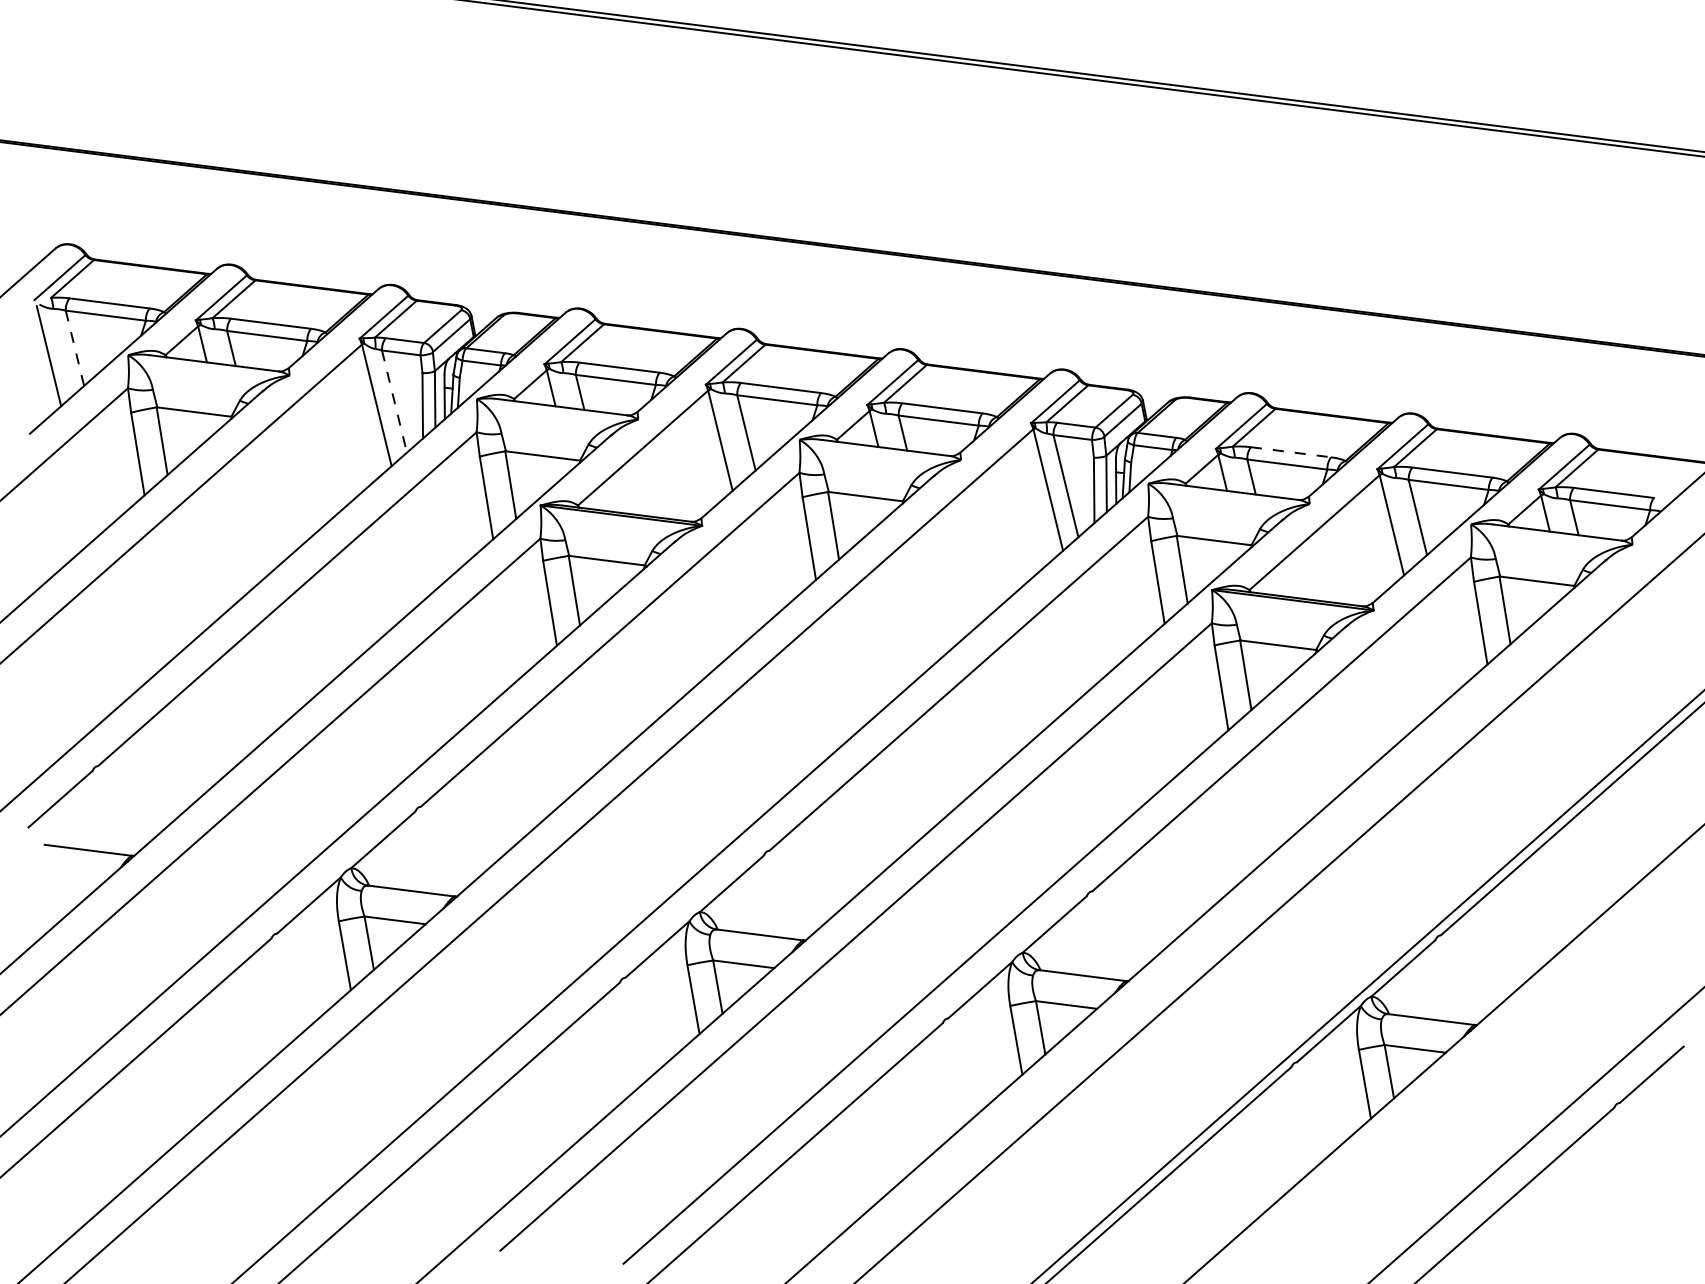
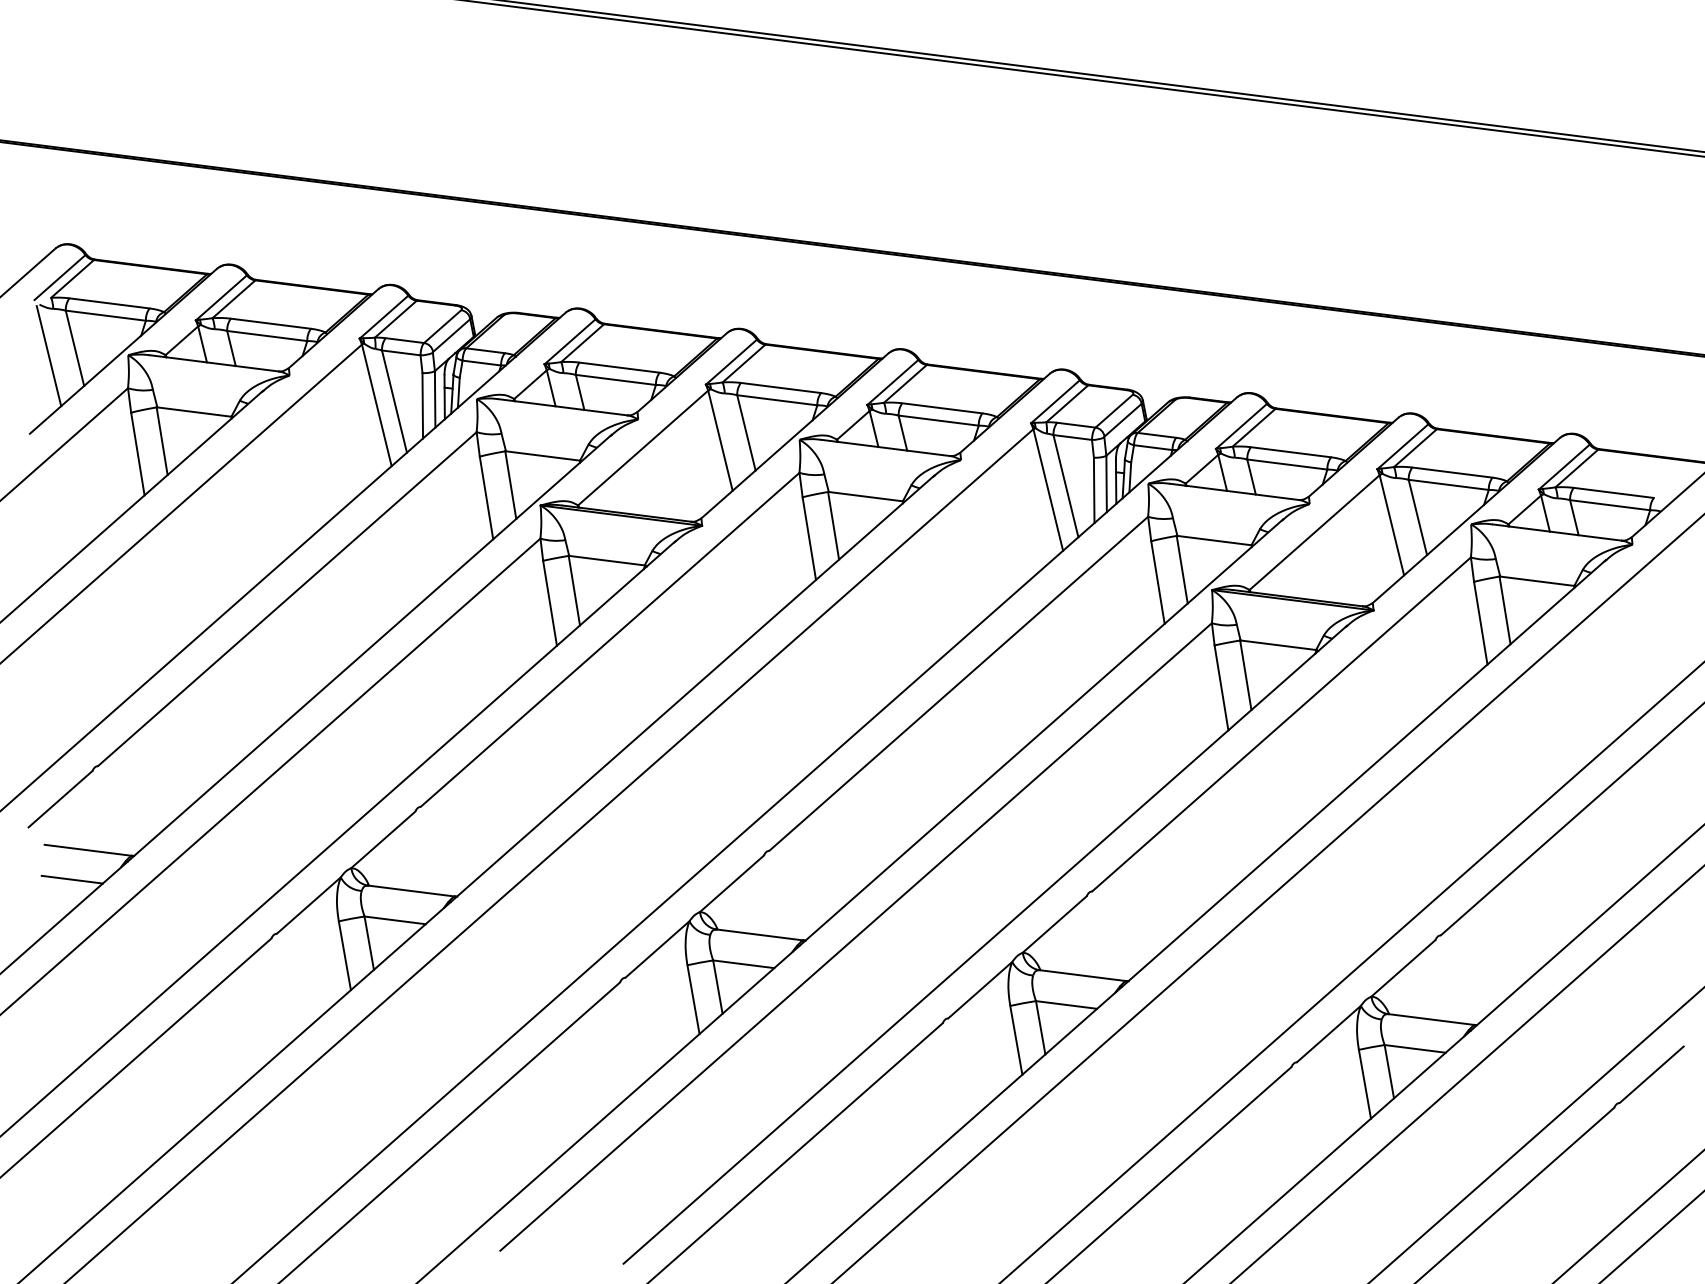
line at (74, 348): dashed -> solid
line at (394, 401): dashed -> solid
line at (1291, 452): dashed -> solid
line at (71, 879): none -> present
line at (1279, 908) position: (1279, 908) -> (1268, 898)
line at (1367, 986) position: (1367, 986) -> (1351, 972)
line at (1467, 1073): none -> present
line at (1628, 1216): none -> present
line at (1651, 1236): none -> present
